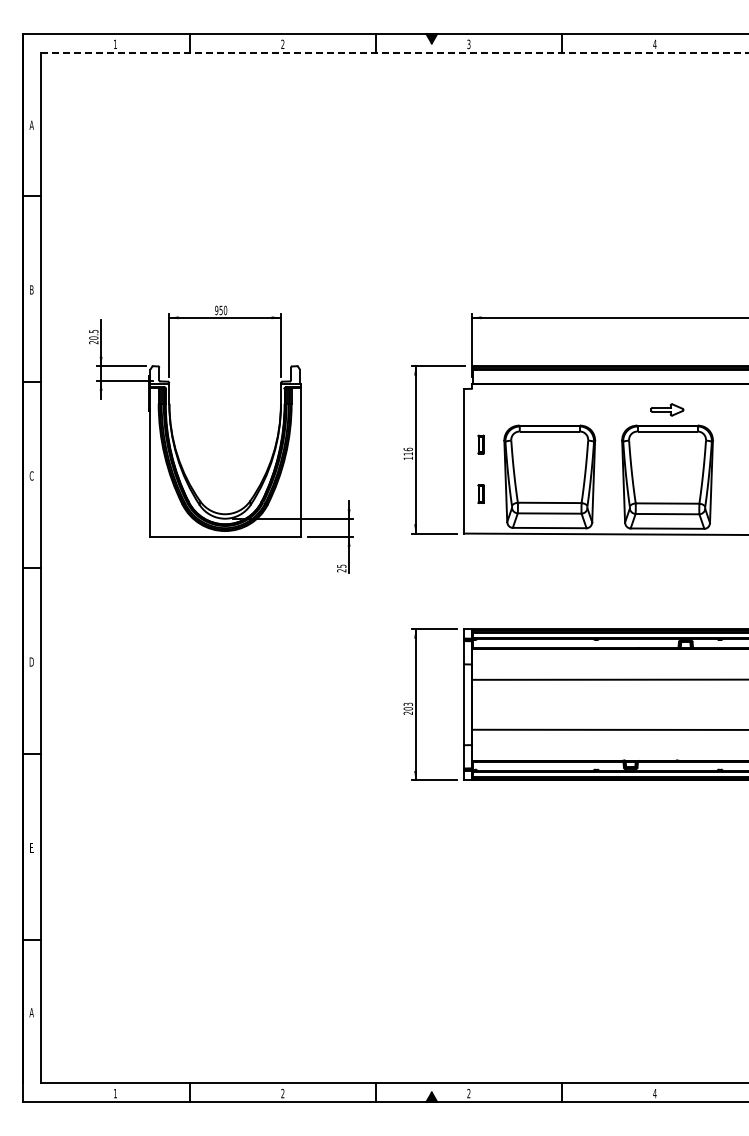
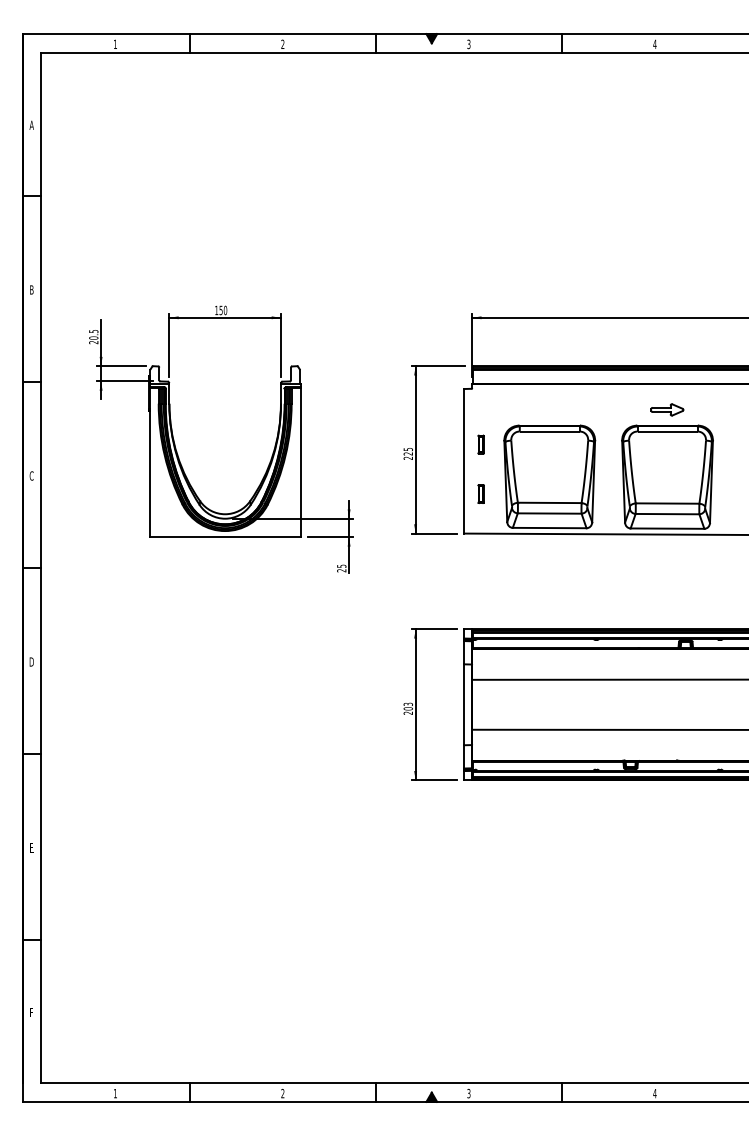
line at (394, 52): dashed -> solid
text at (216, 310): 950 -> 150
text at (407, 453): 116 -> 225
text at (31, 1012): A -> F
text at (468, 1094): 2 -> 3
